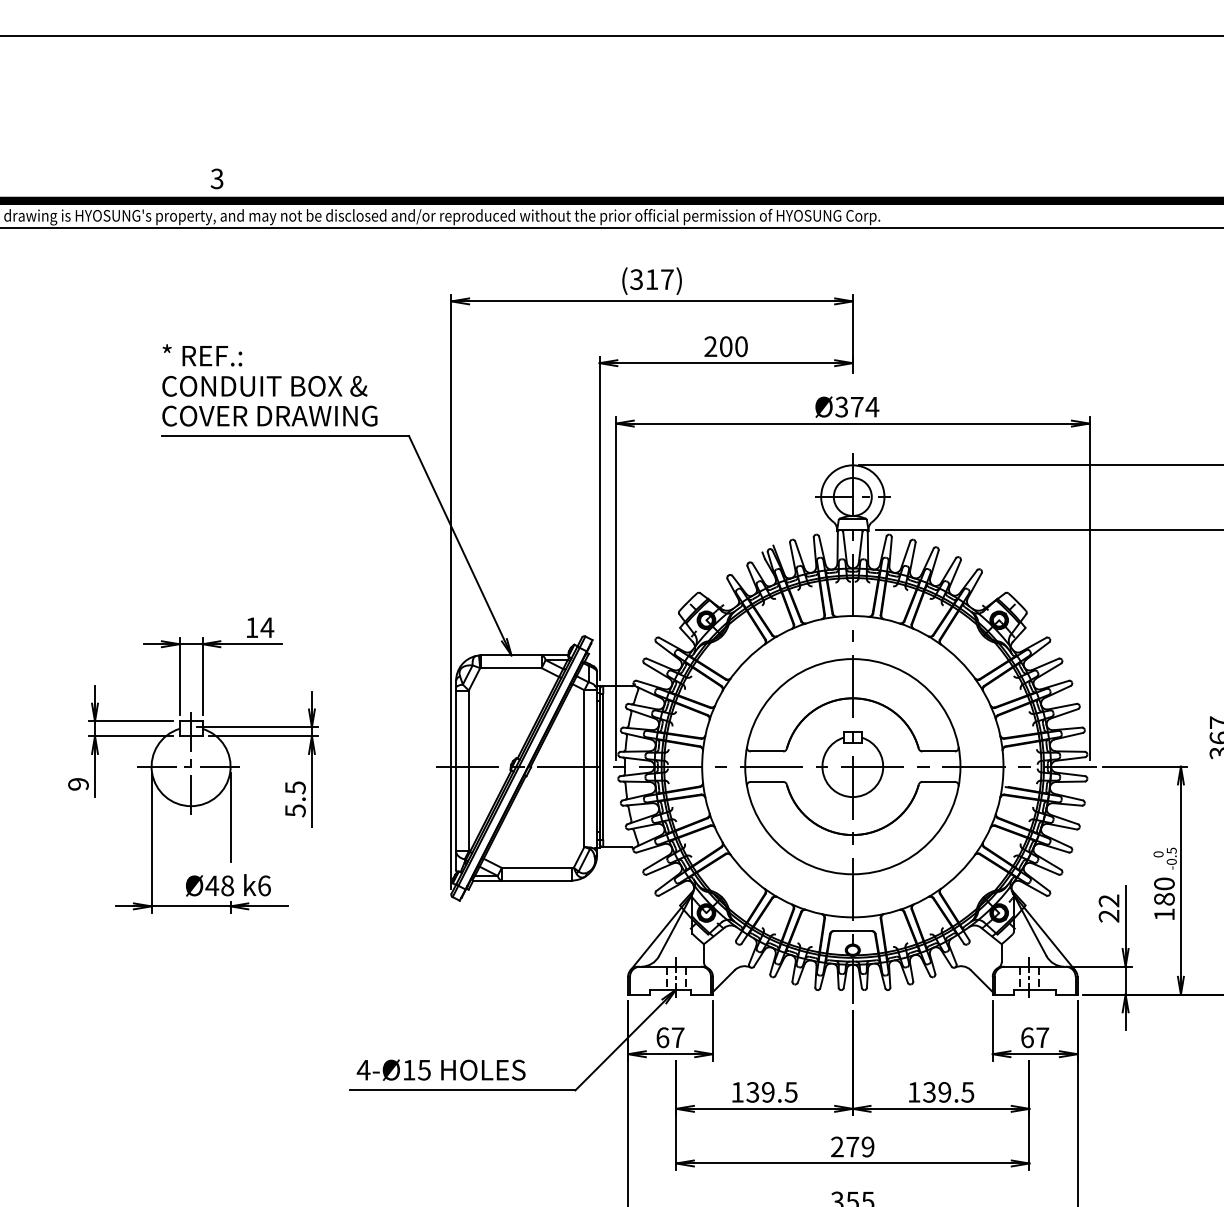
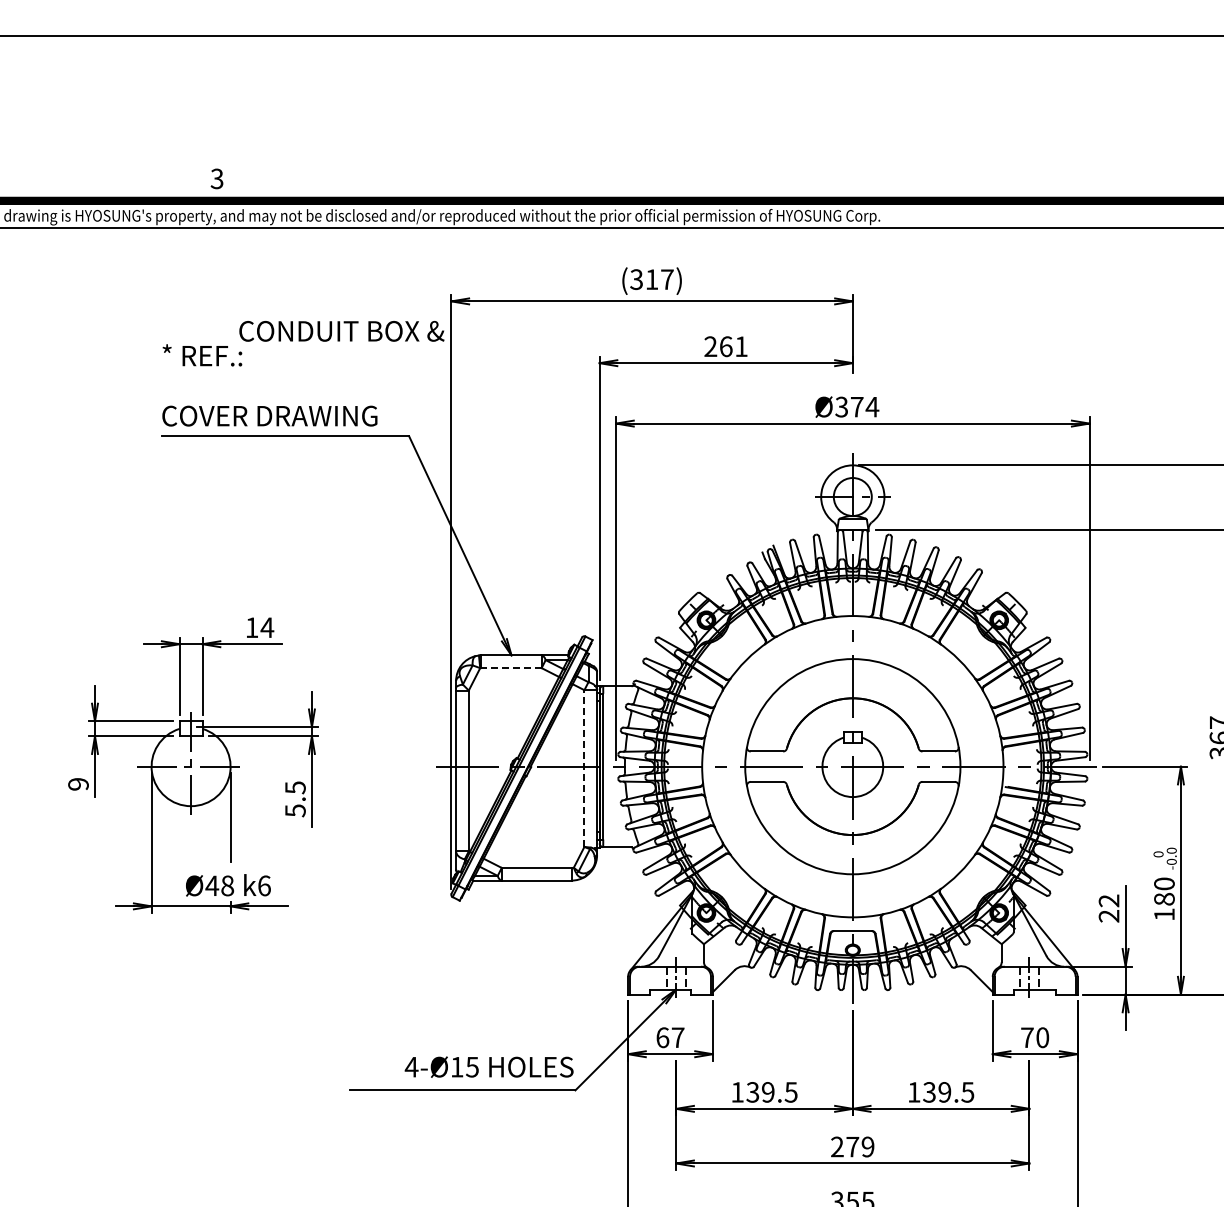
text at (733, 346): 200 -> 261
text at (264, 386) position: (264, 386) -> (341, 331)
line at (511, 668): solid -> dashed
line at (584, 768): solid -> dashed
text at (1171, 850): -0.5 -> -0.0
text at (1035, 1037): 67 -> 70
text at (440, 1069) position: (440, 1069) -> (488, 1066)
